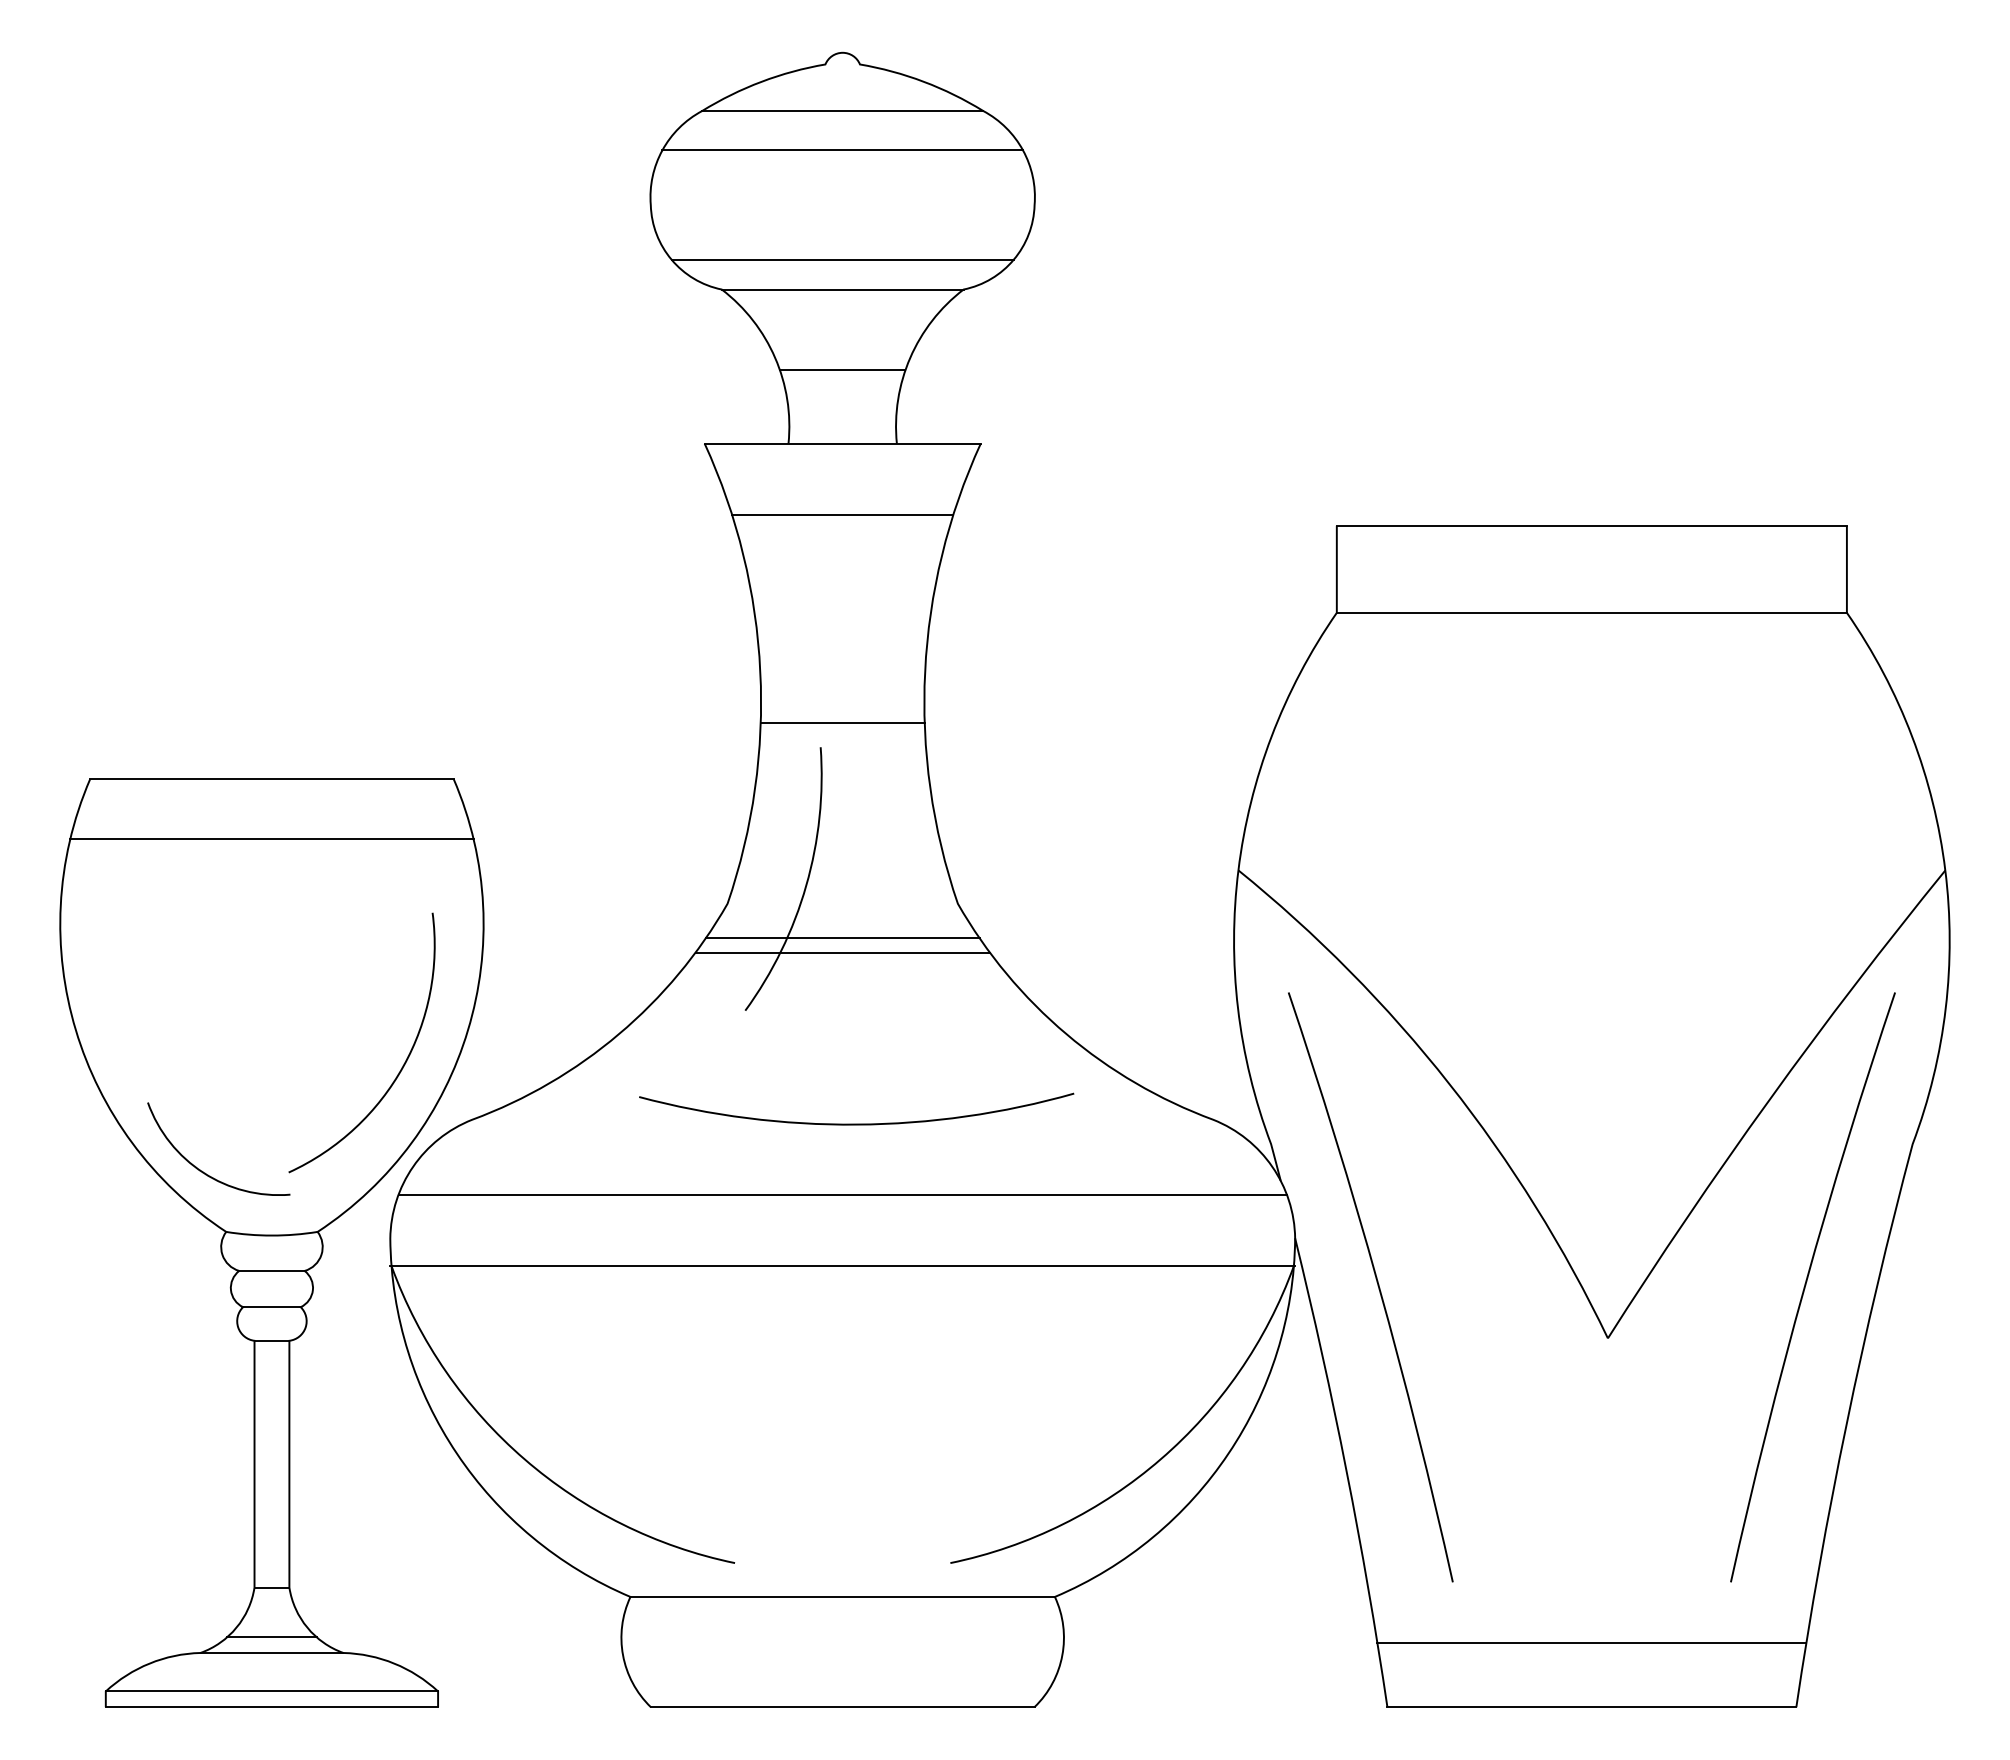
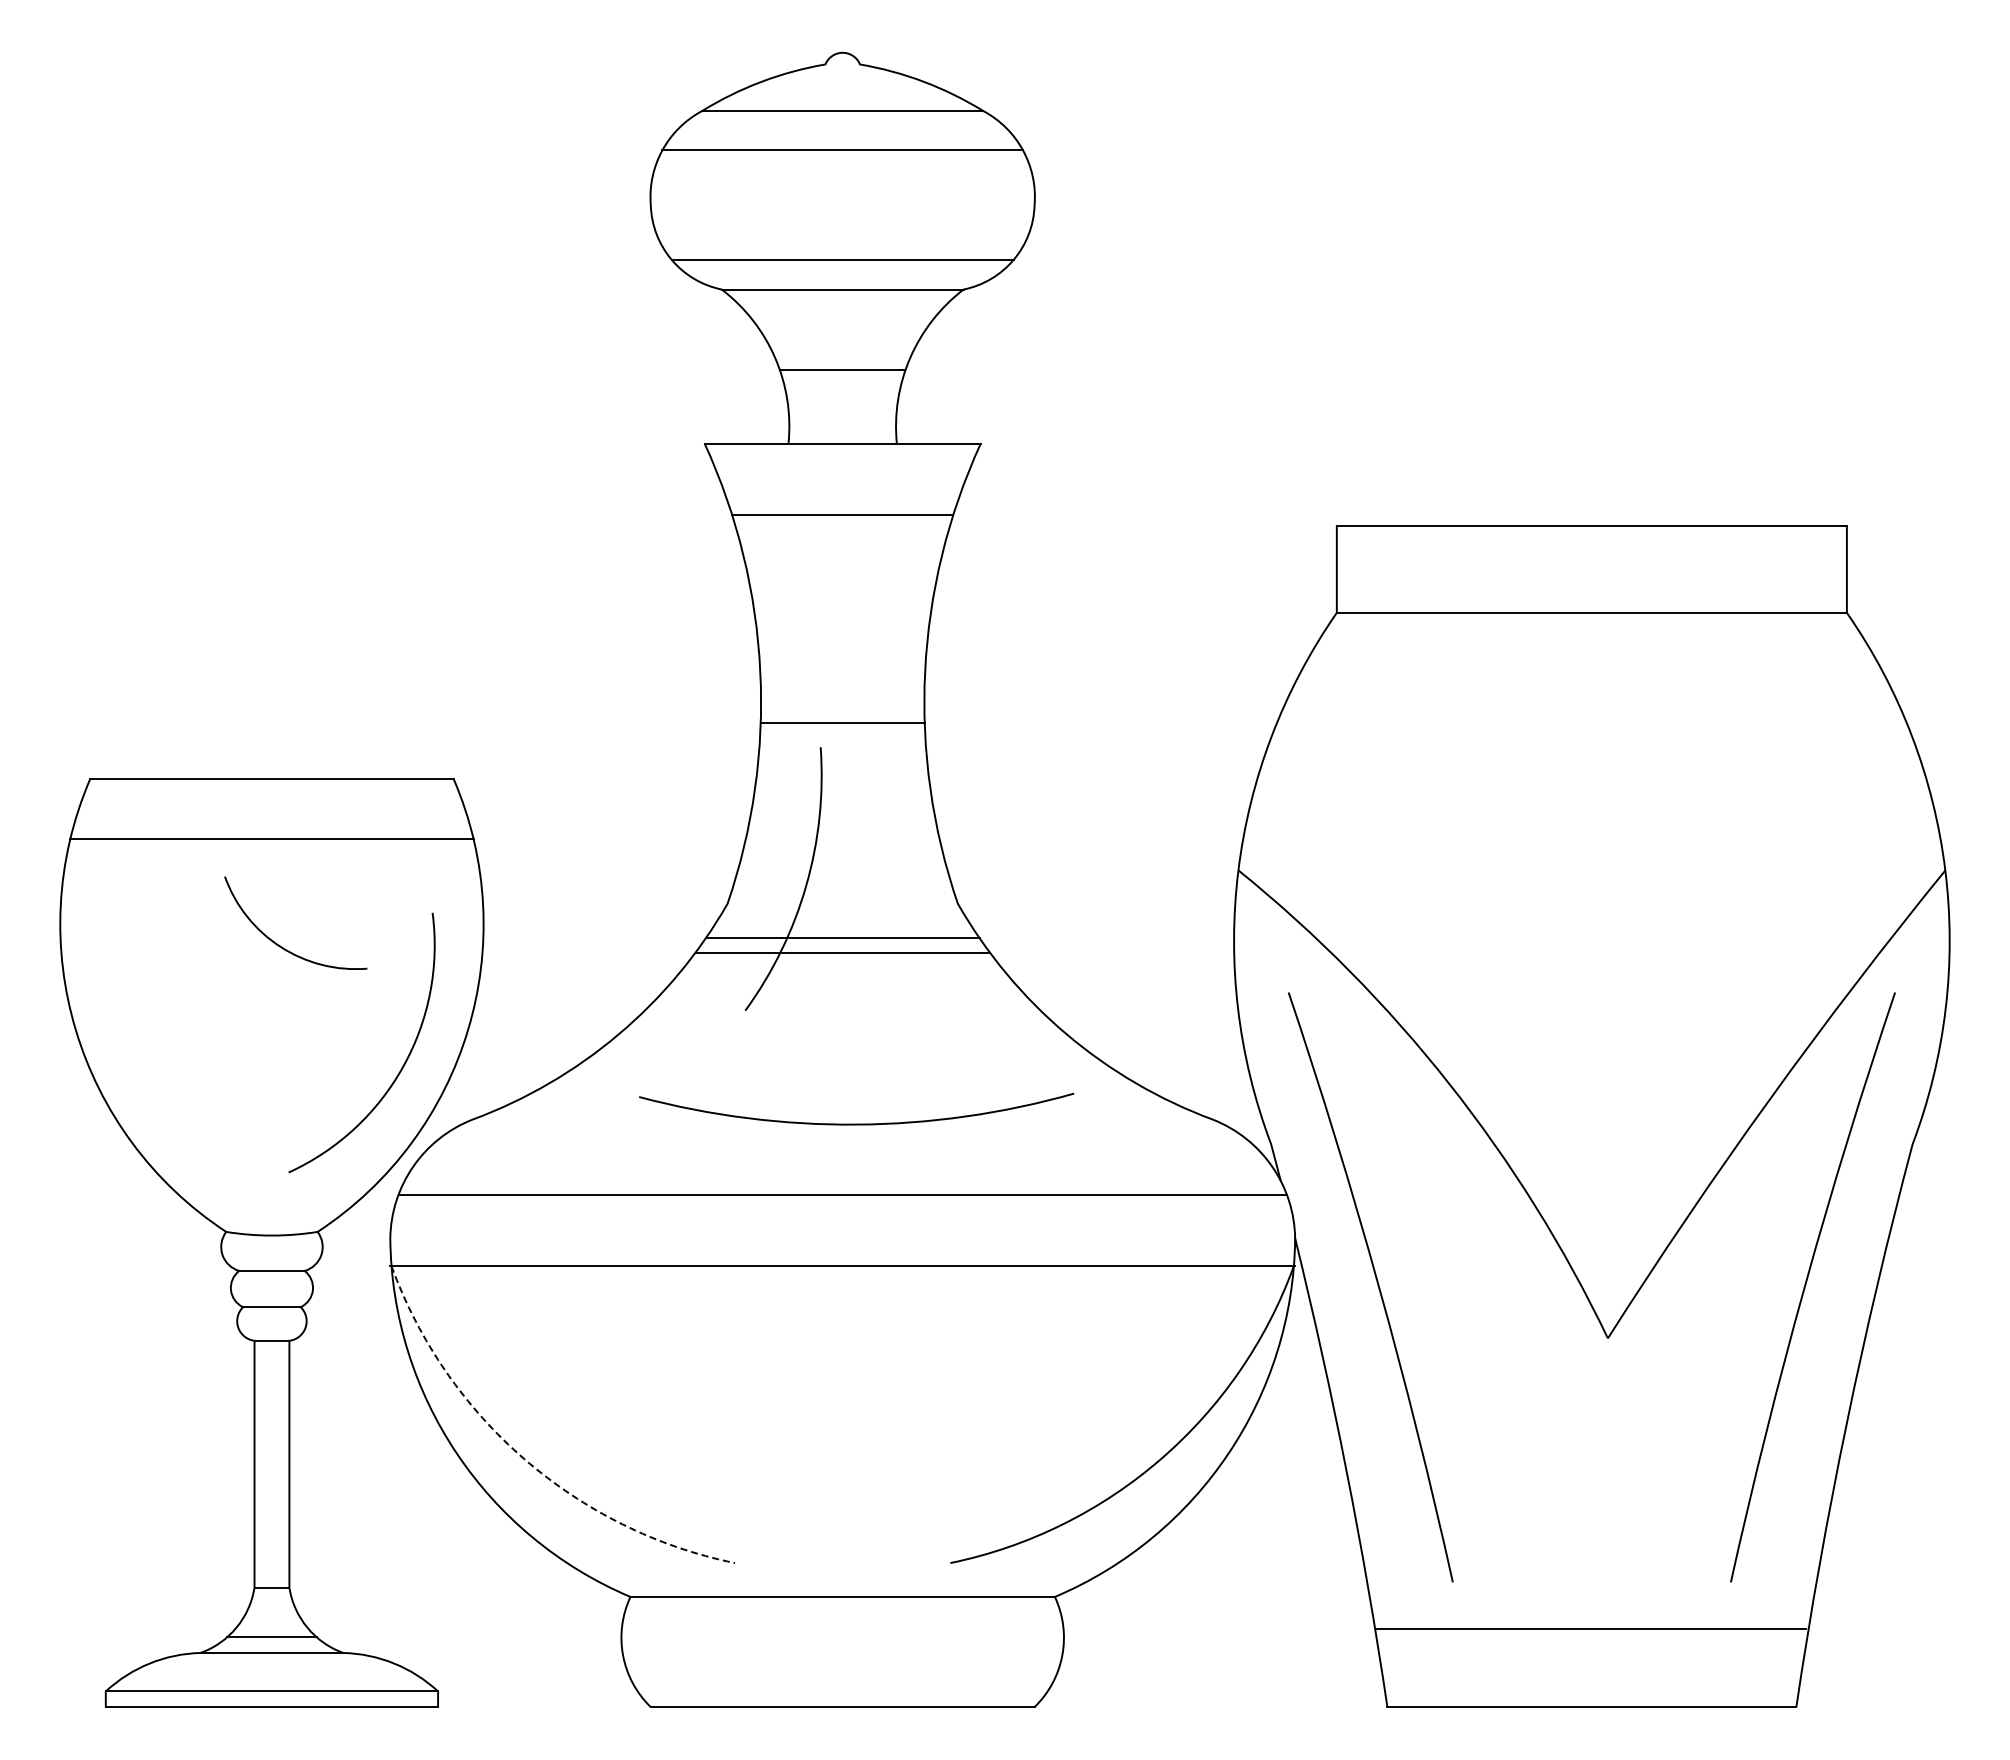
arc at (205, 1172) position: (205, 1172) -> (282, 946)
arc at (524, 1459): solid -> dashed
line at (1591, 1642) position: (1591, 1642) -> (1591, 1628)
